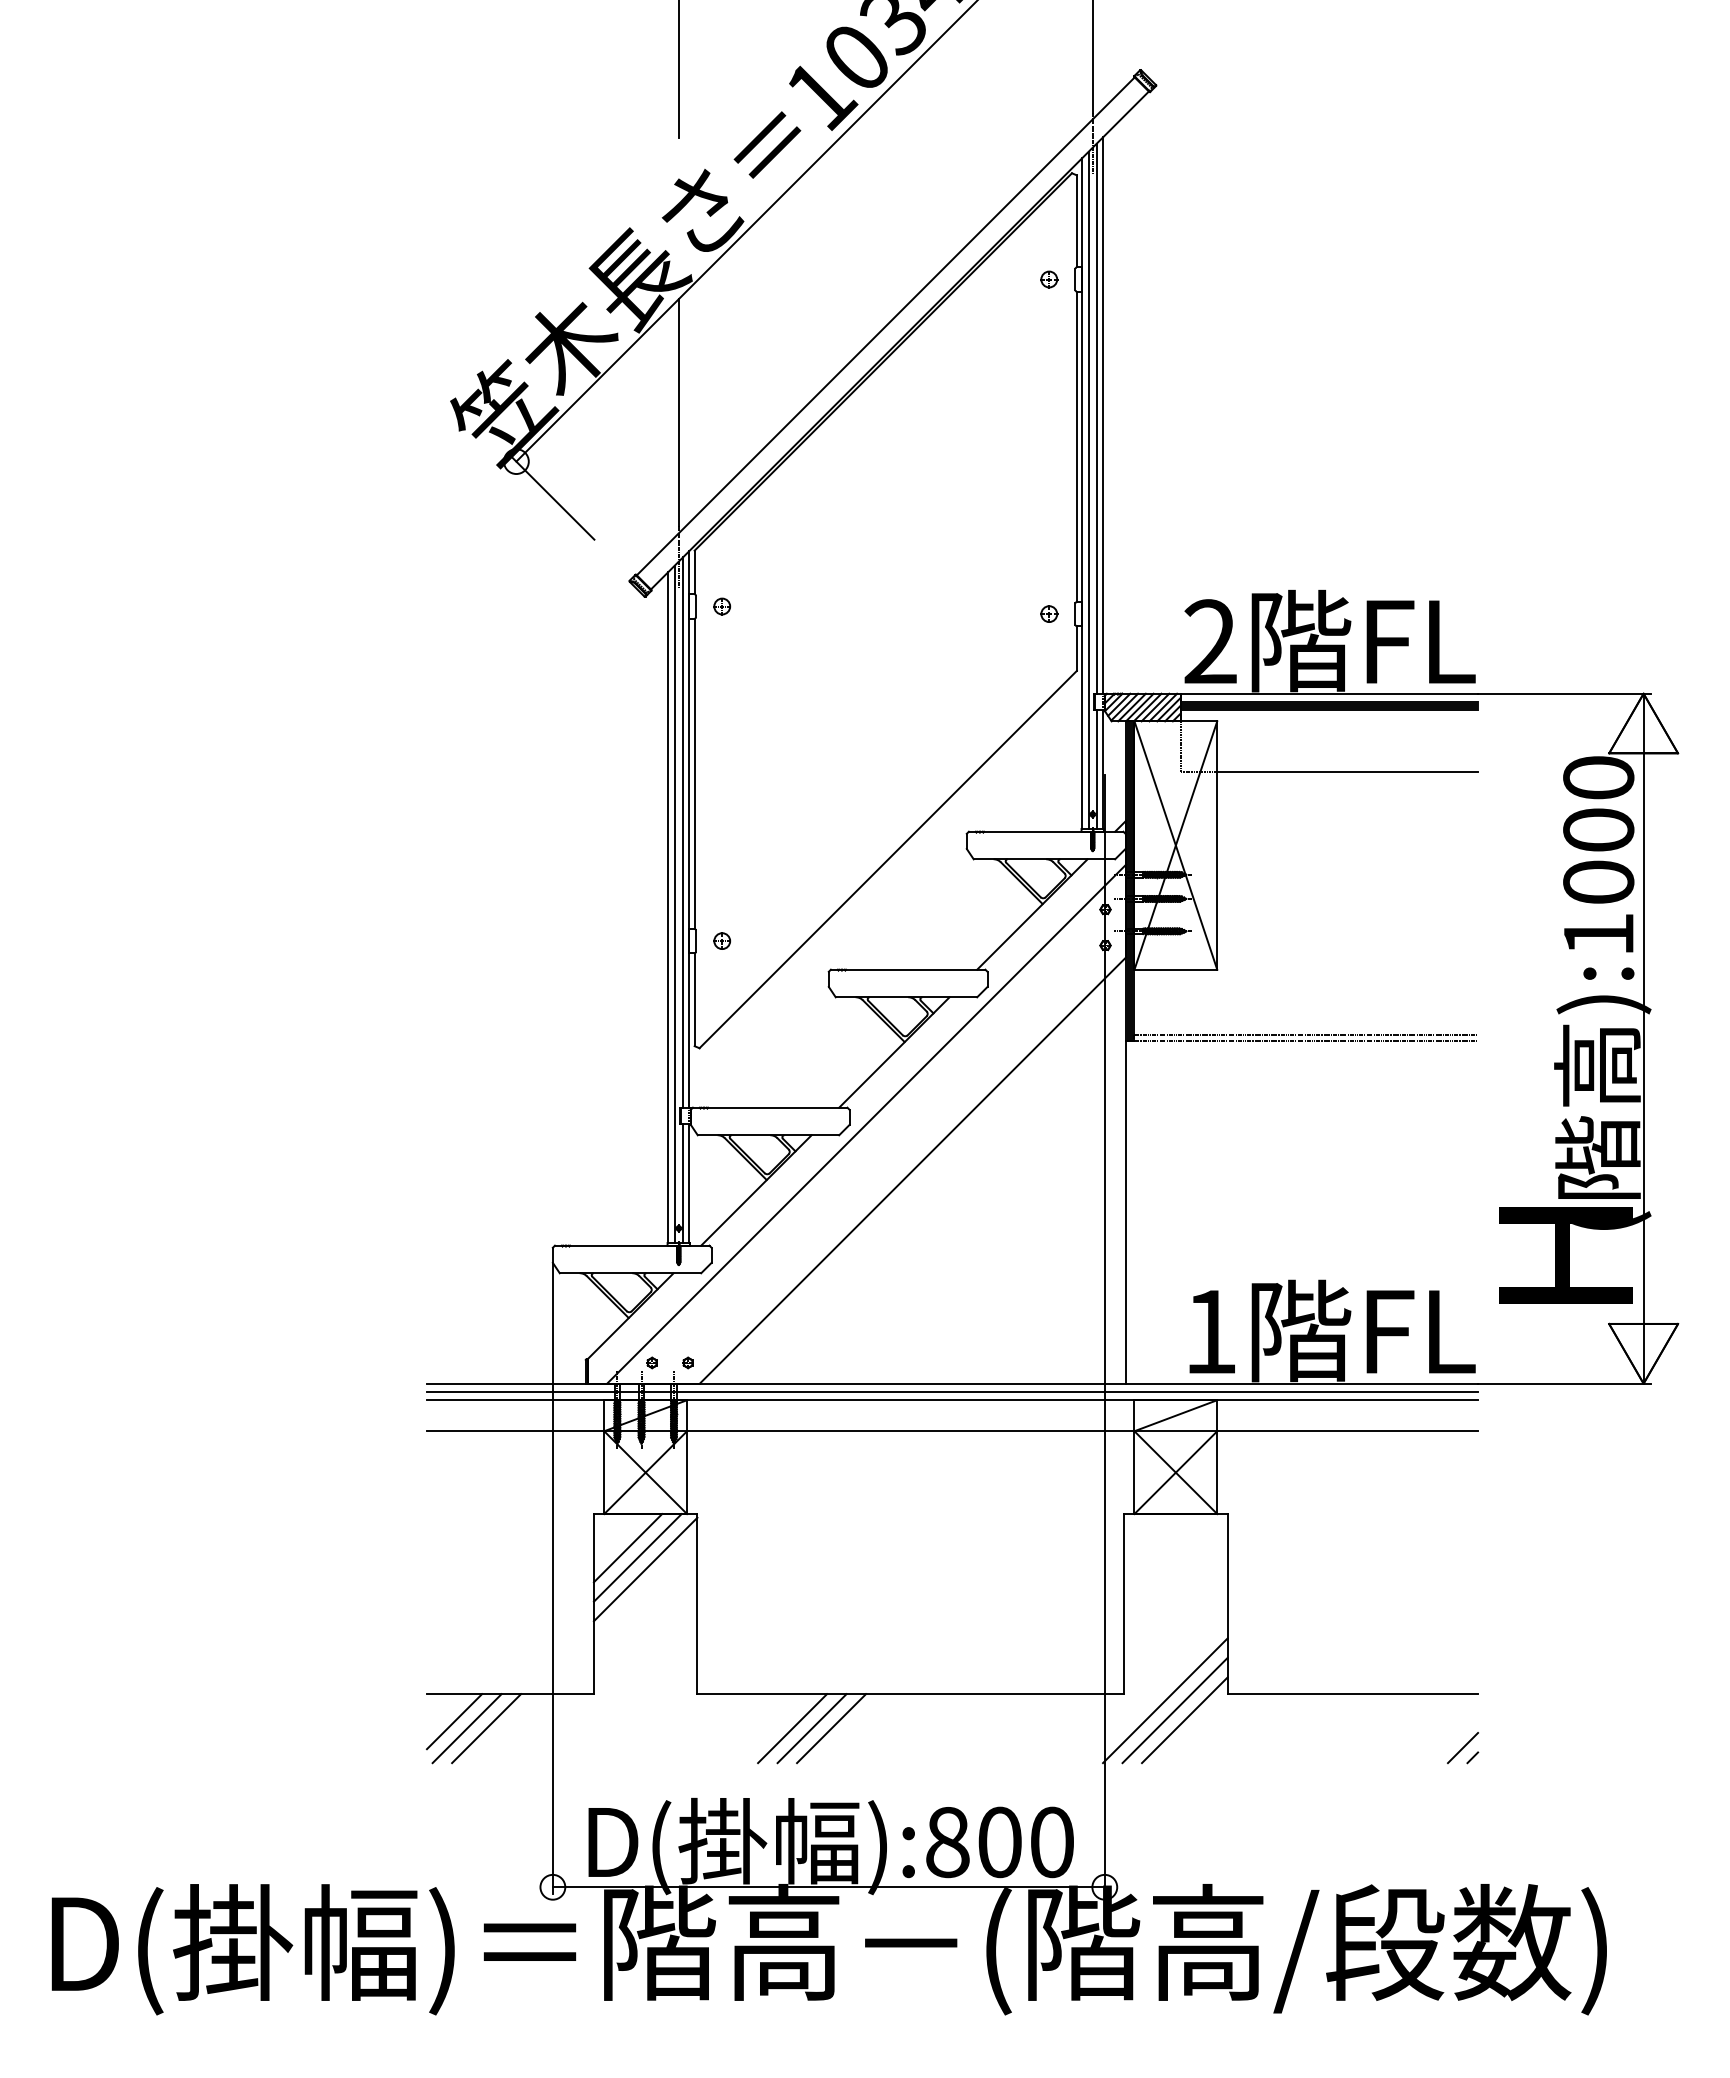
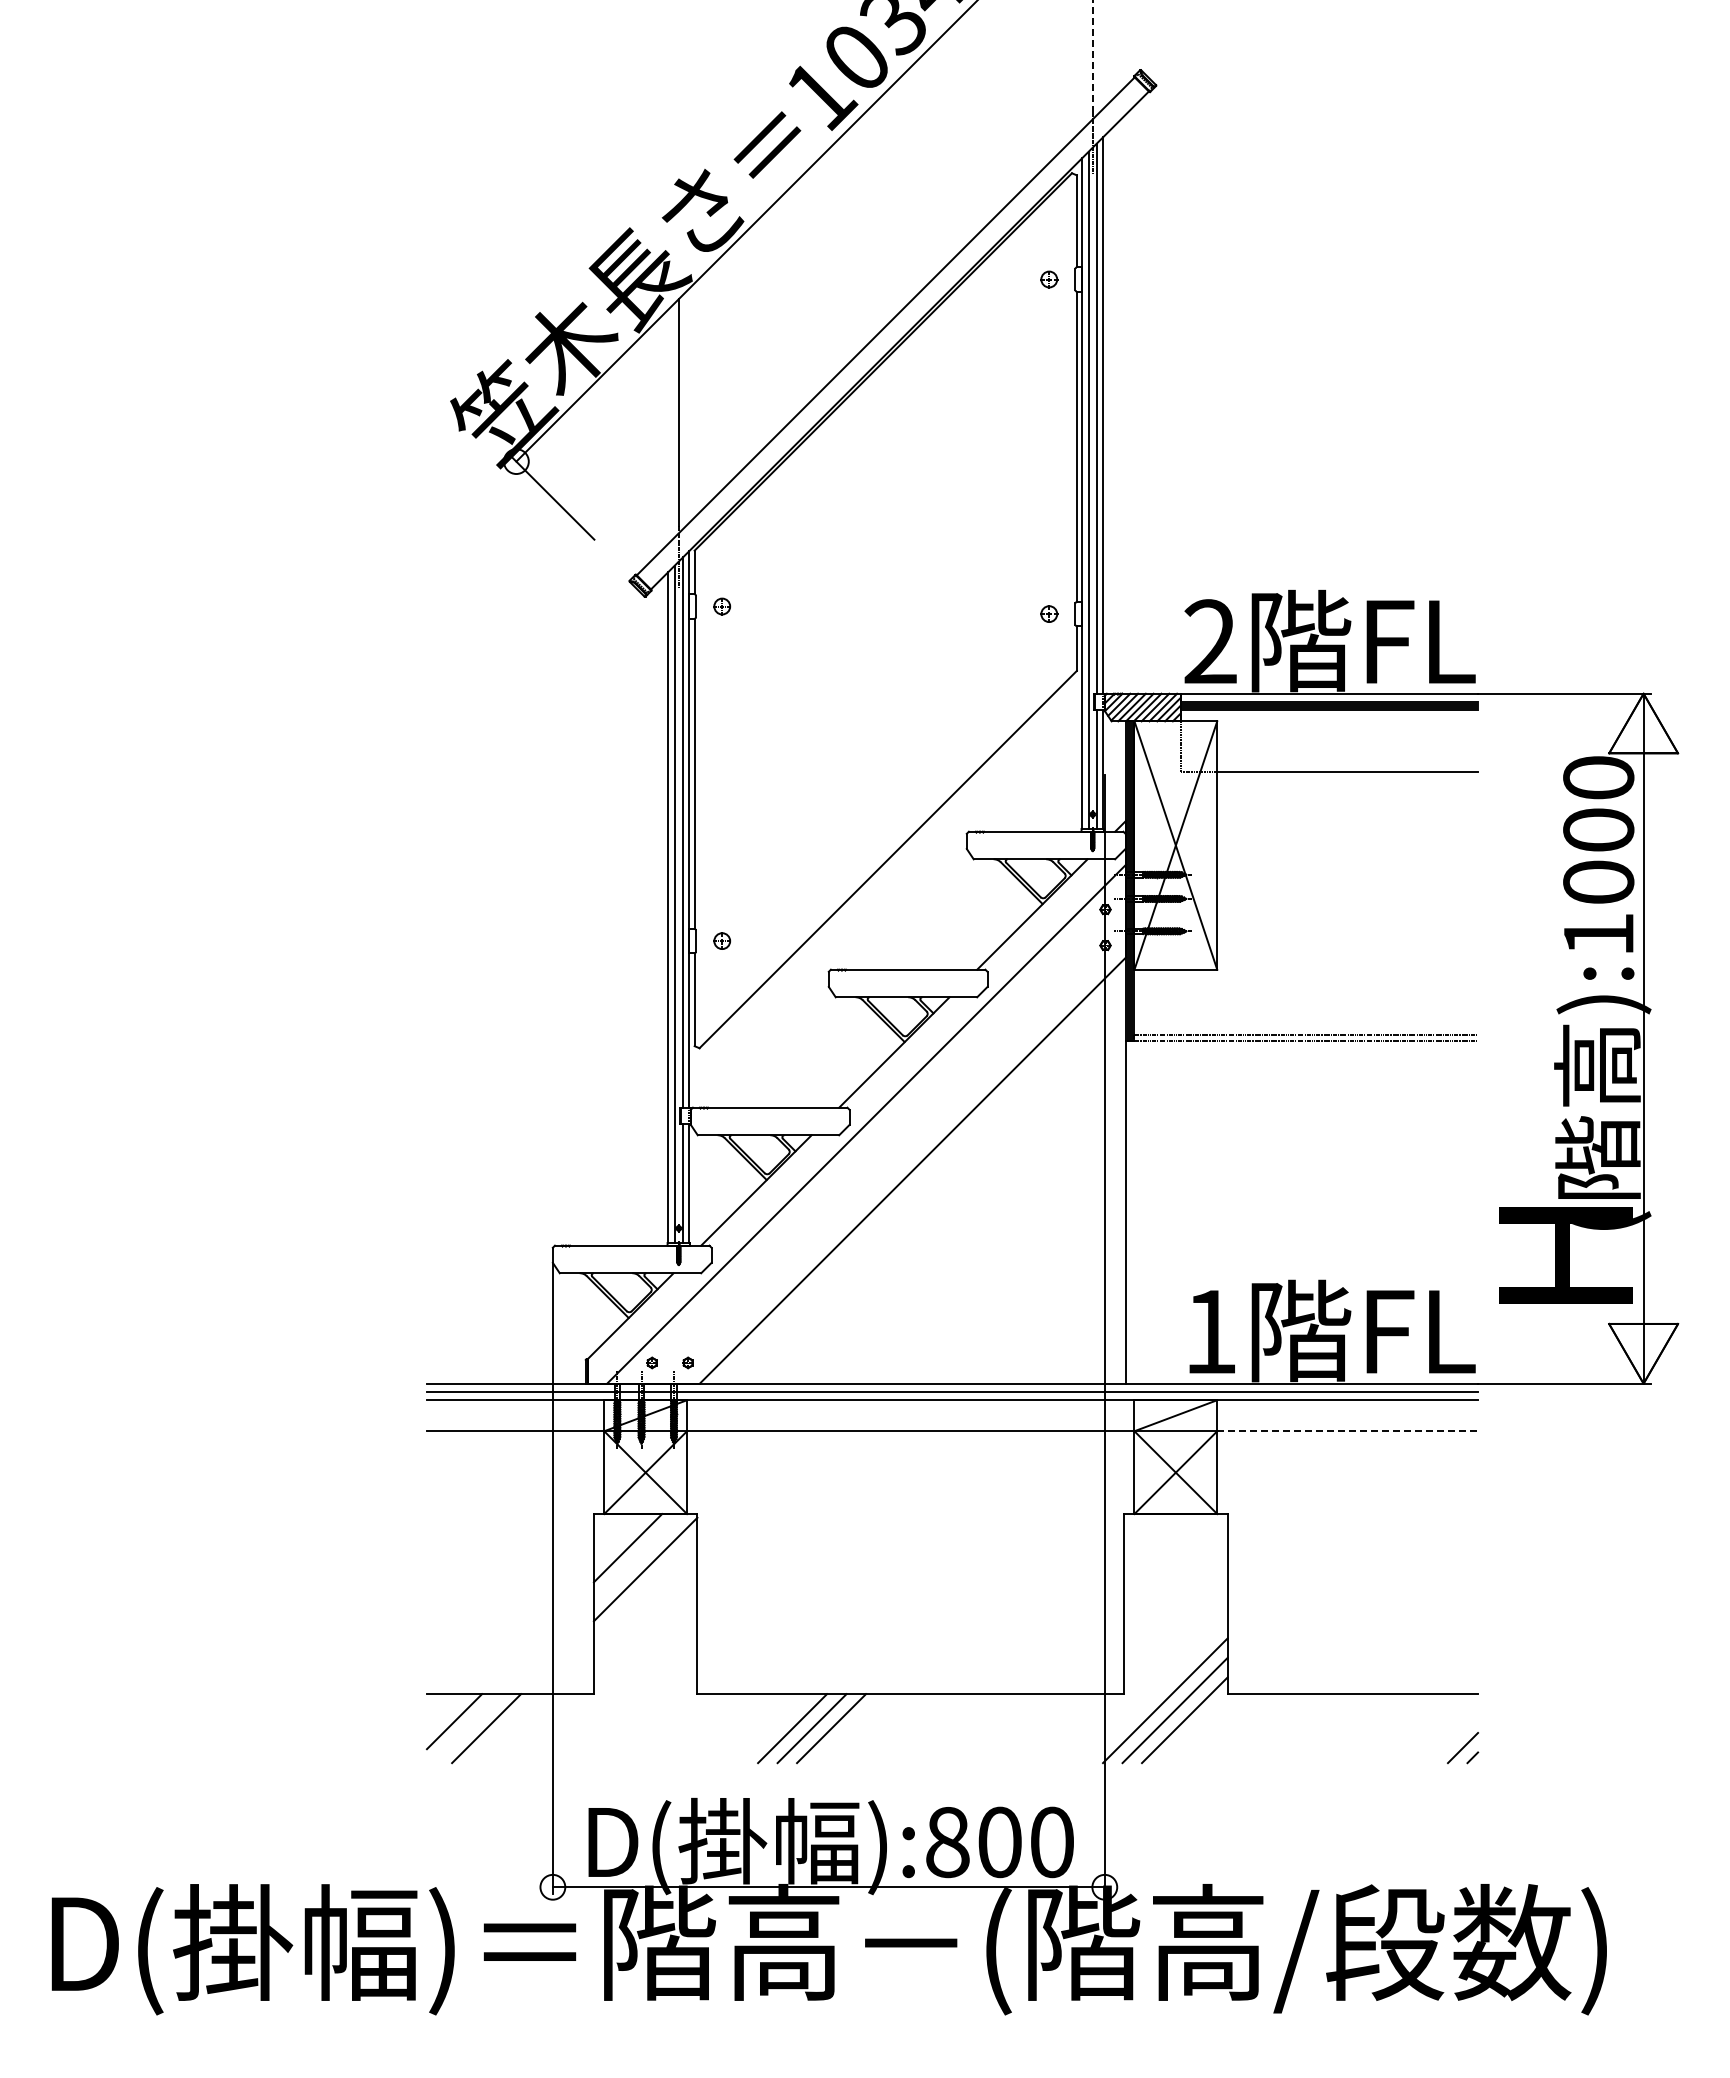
line at (1092, 56): solid -> dashed
line at (678, 70): present -> none
line at (1348, 1431): solid -> dashed
line at (637, 1557): present -> none
line at (466, 1728): present -> none
